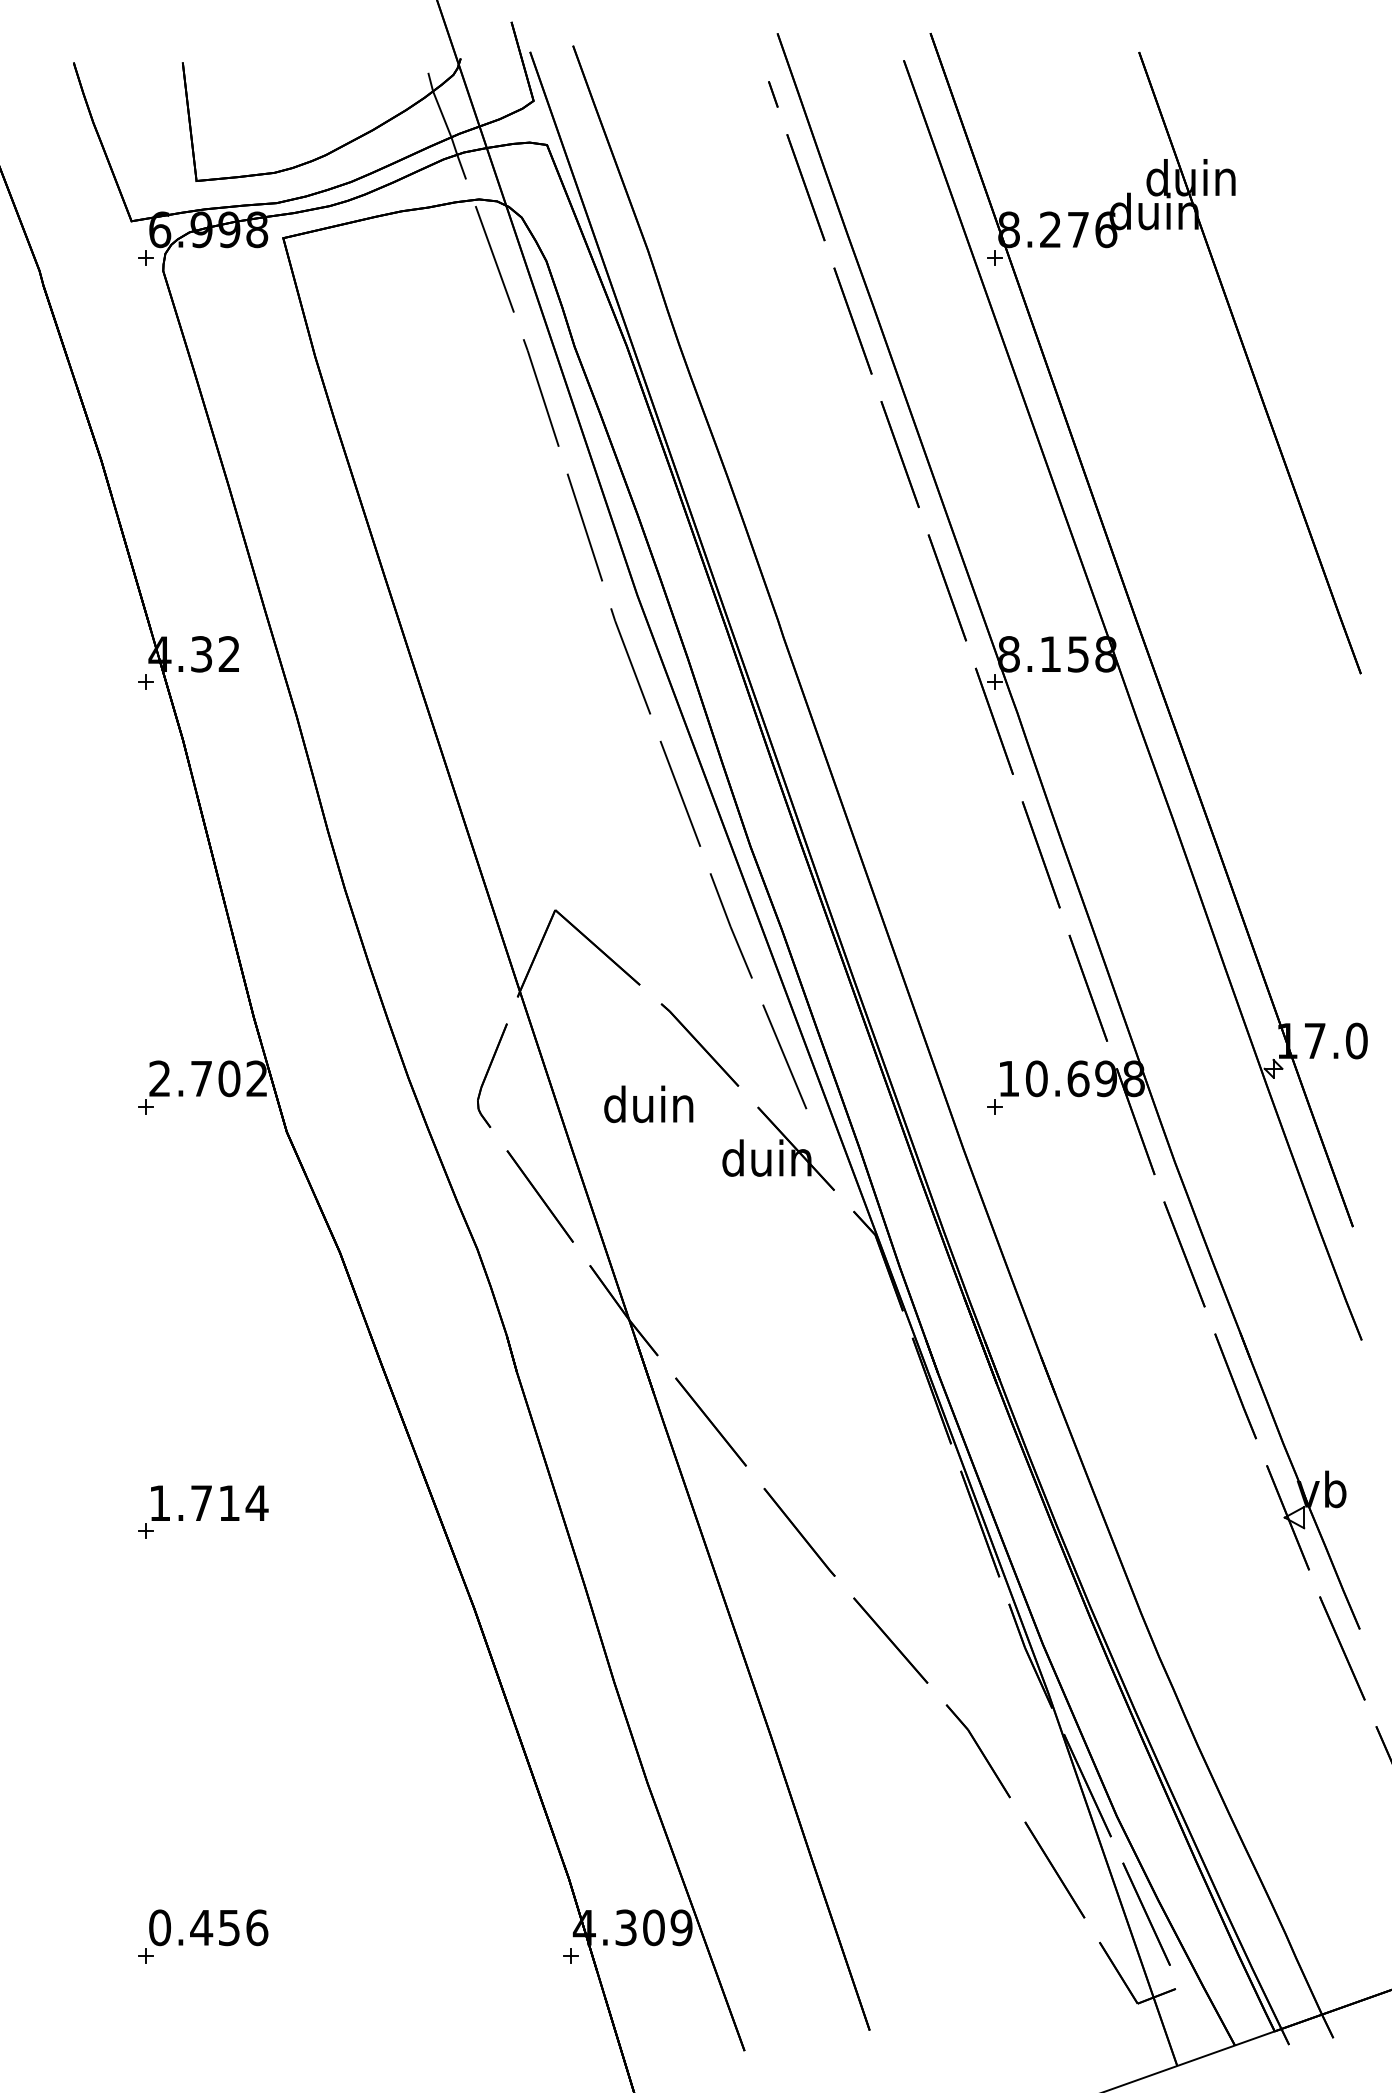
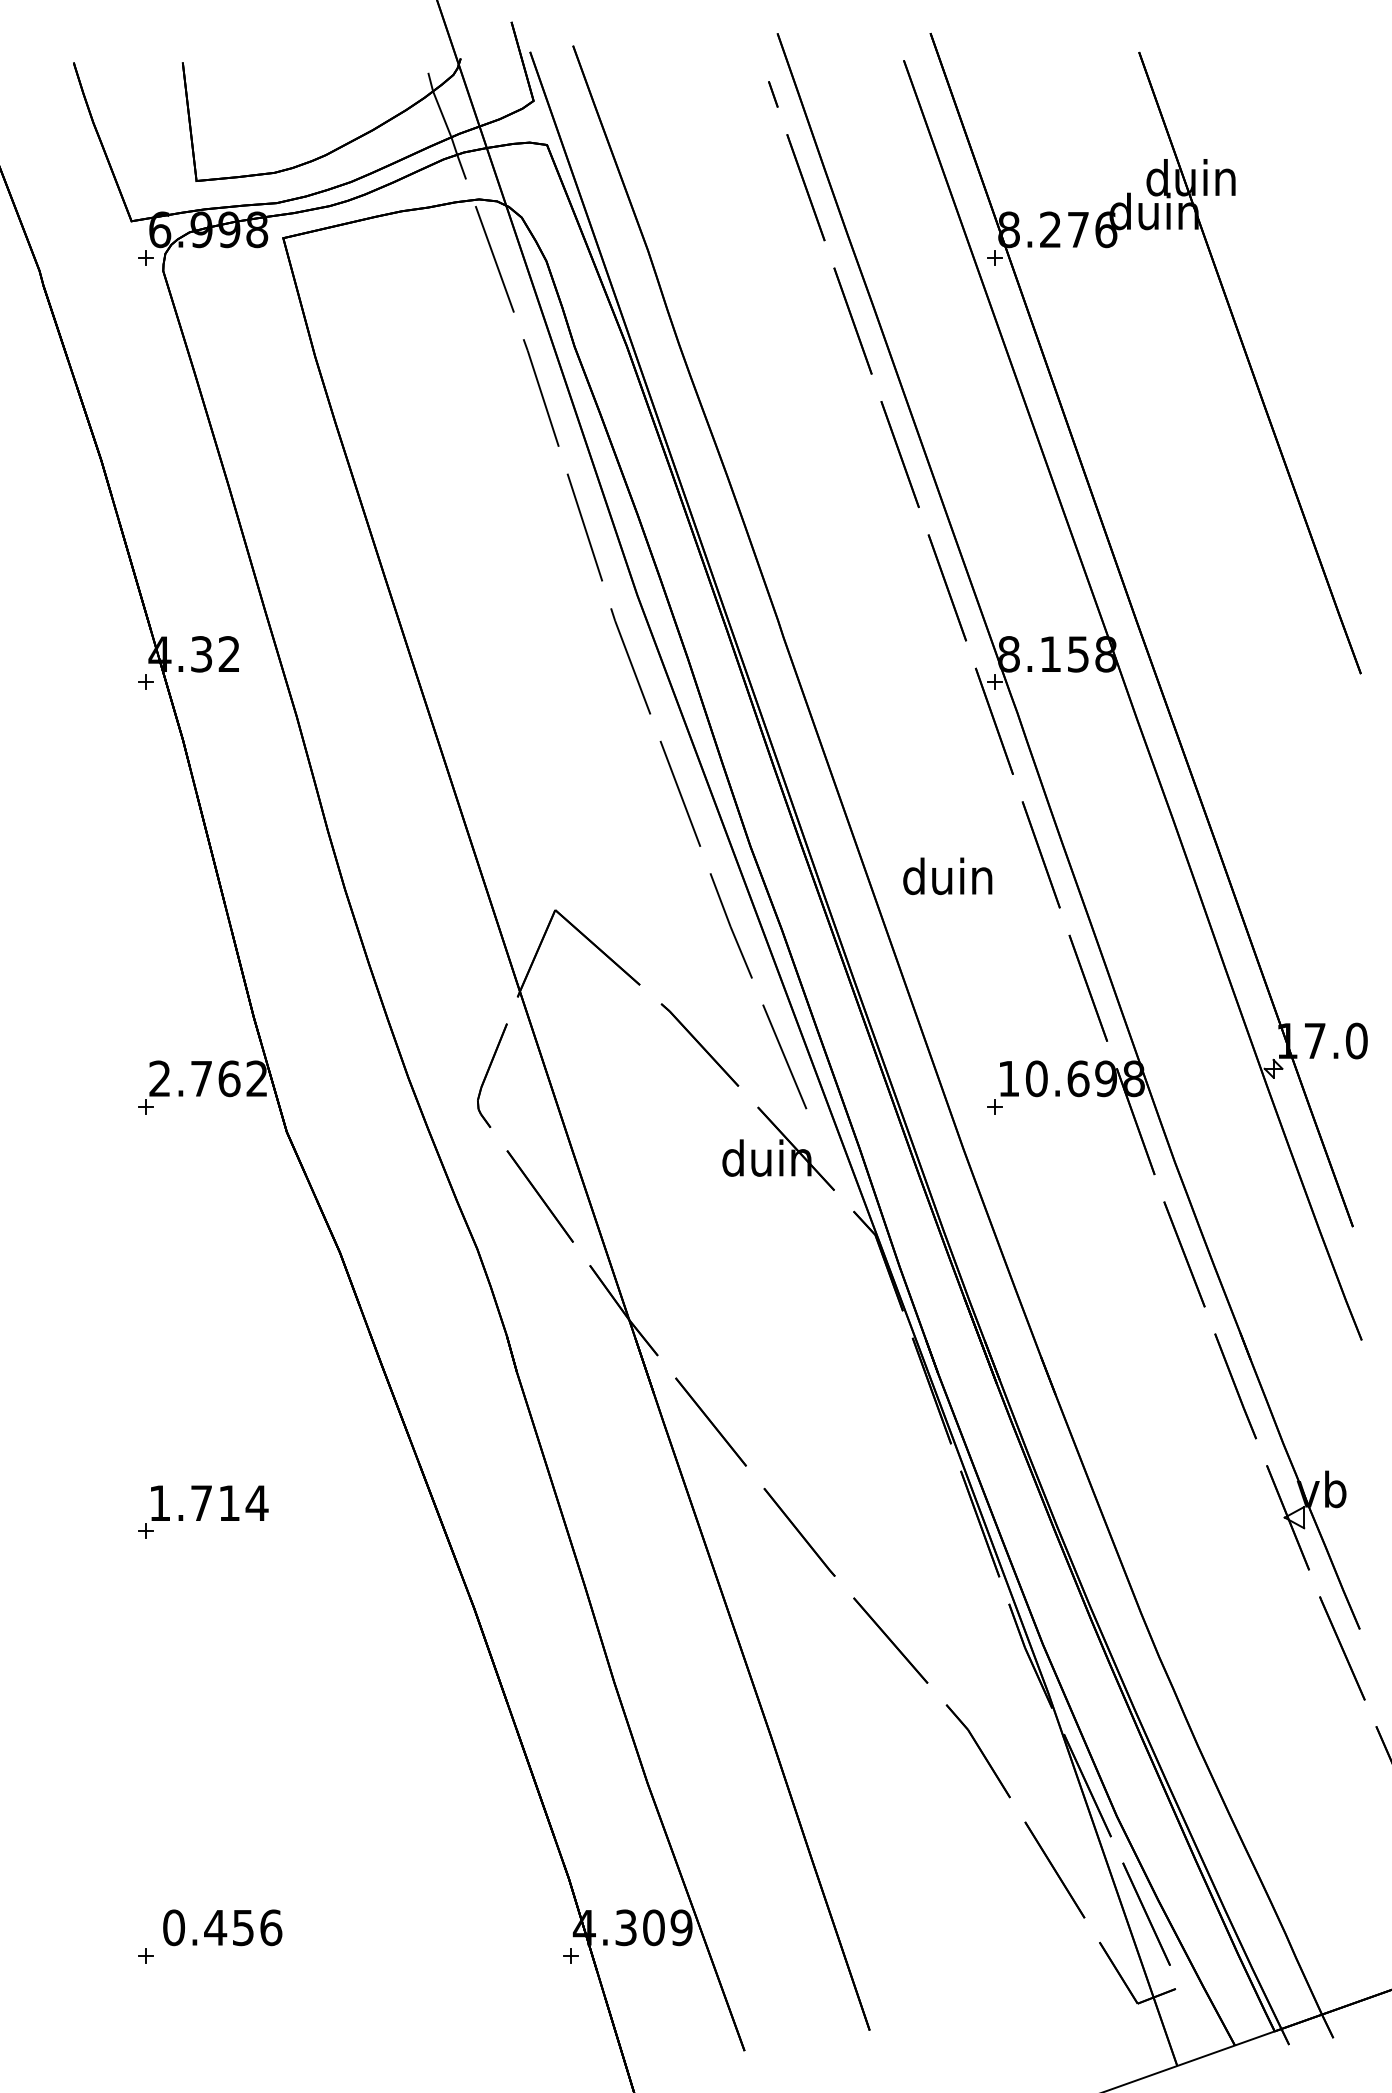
text at (229, 1078): 2.702 -> 2.762
text at (648, 1104) position: (648, 1104) -> (947, 876)
text at (208, 1927) position: (208, 1927) -> (222, 1927)
